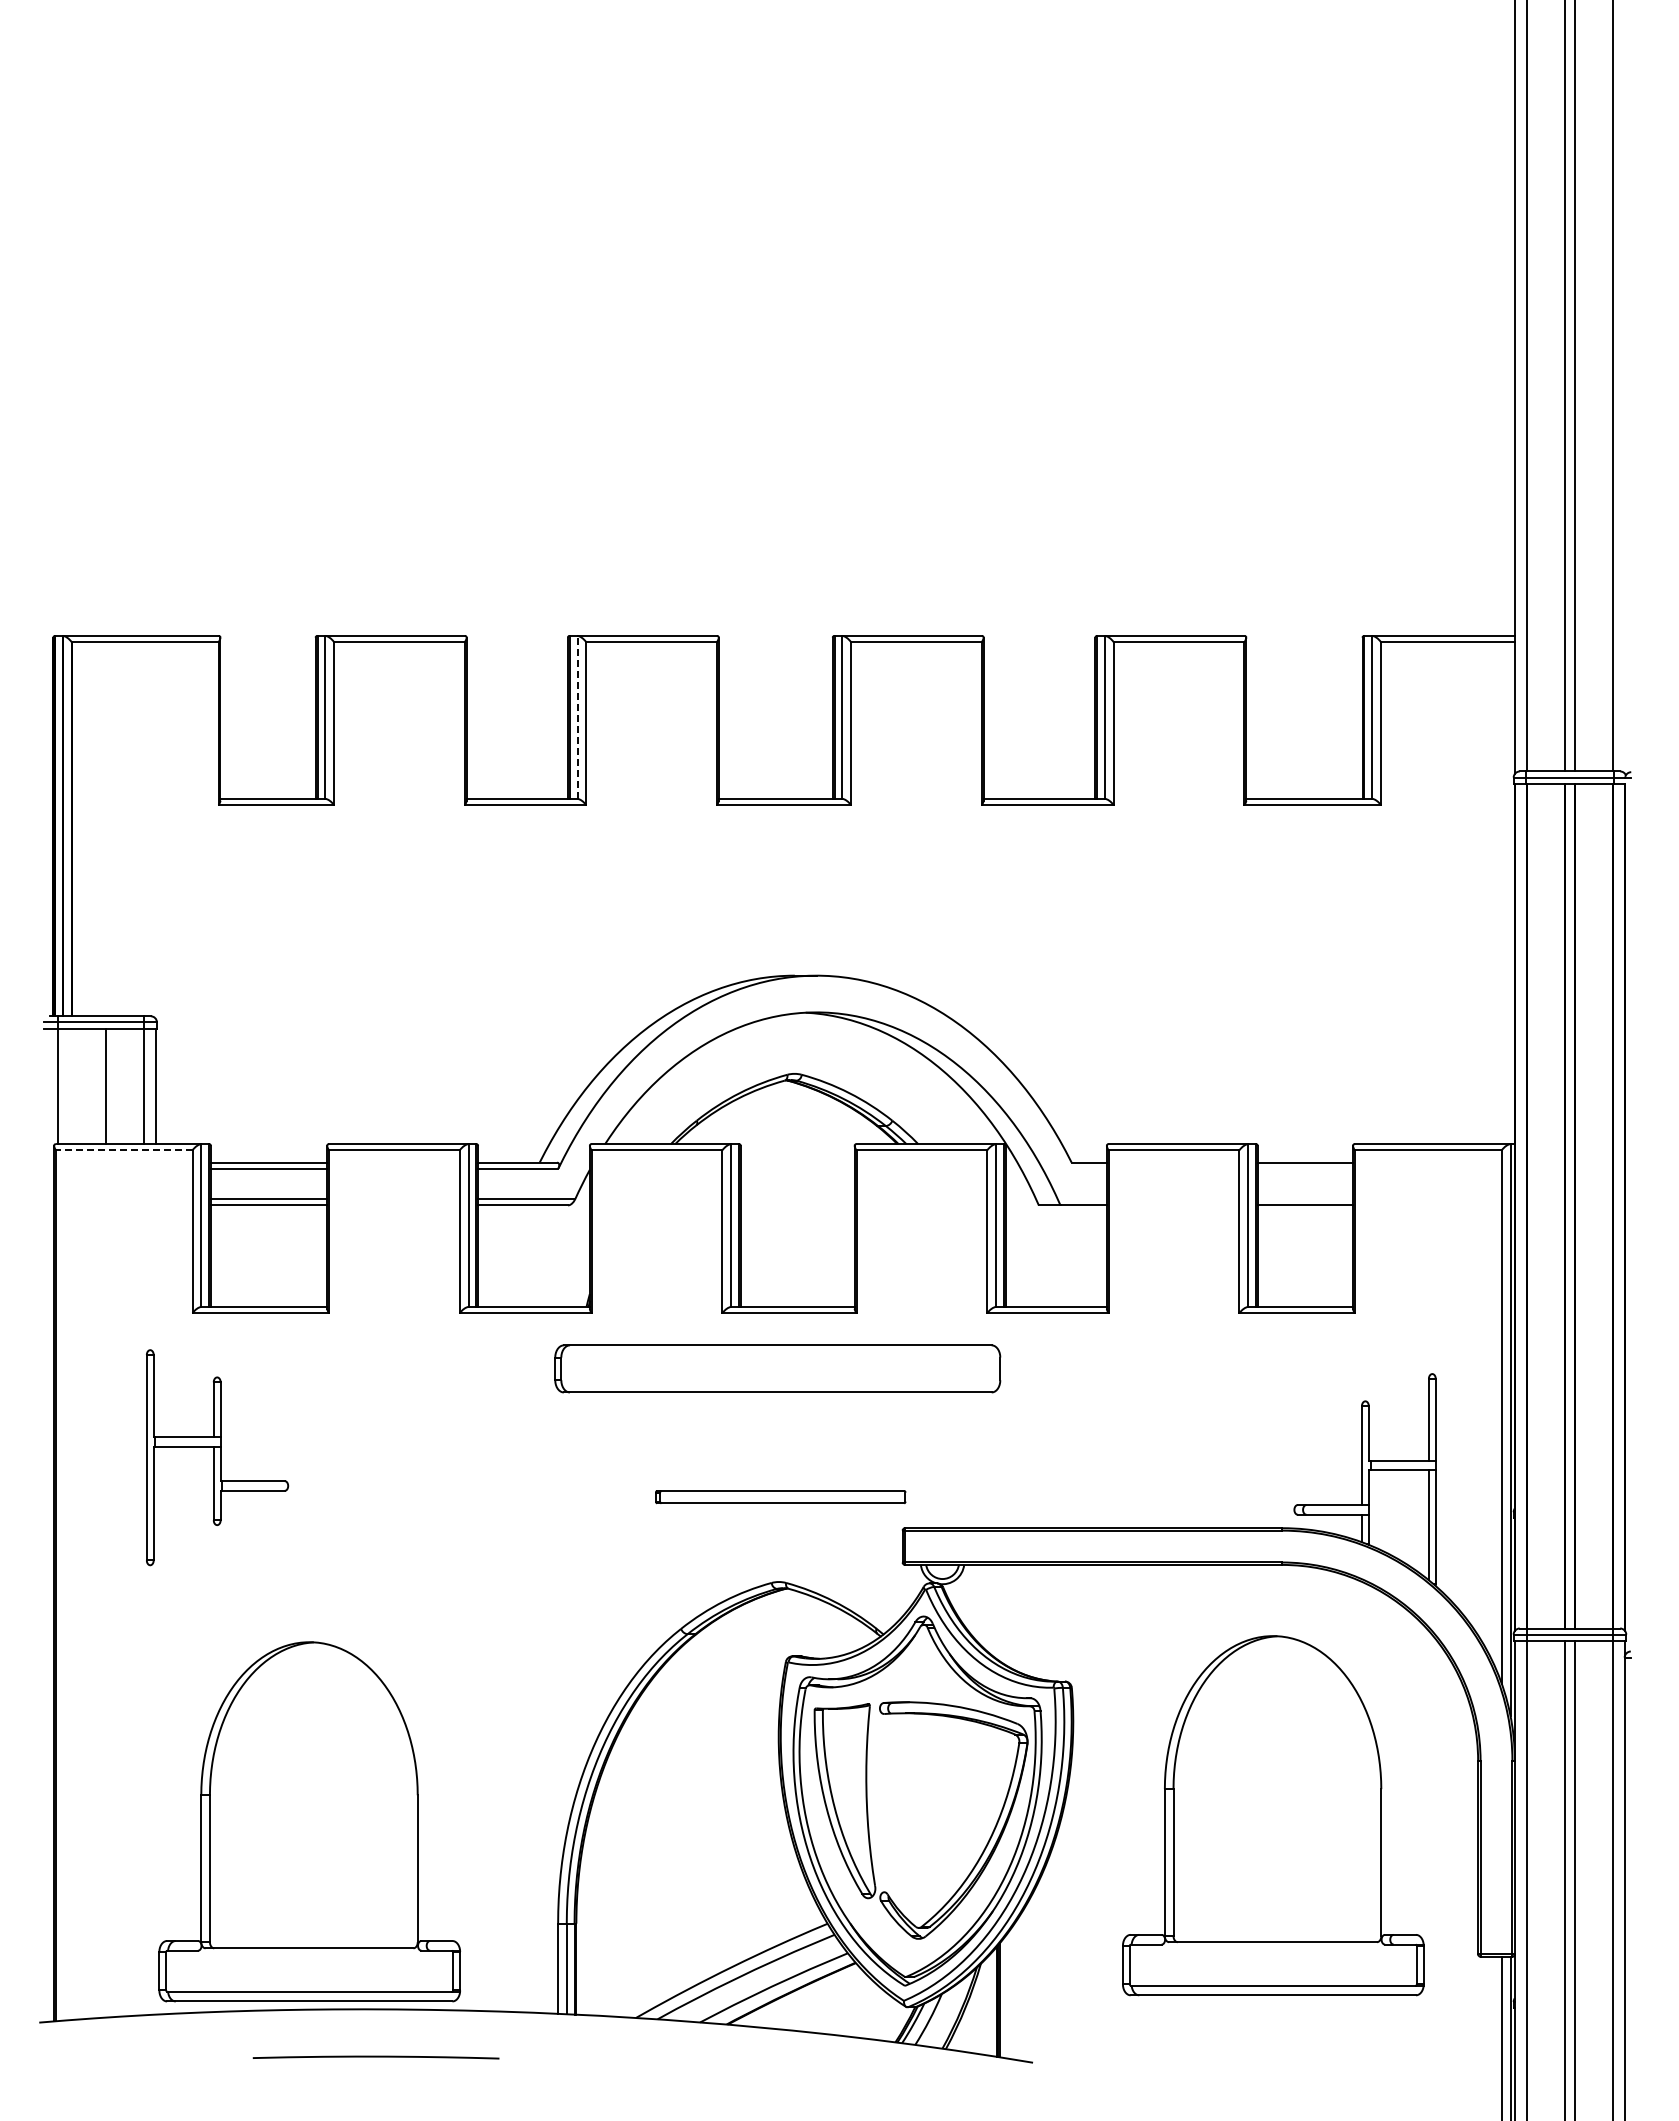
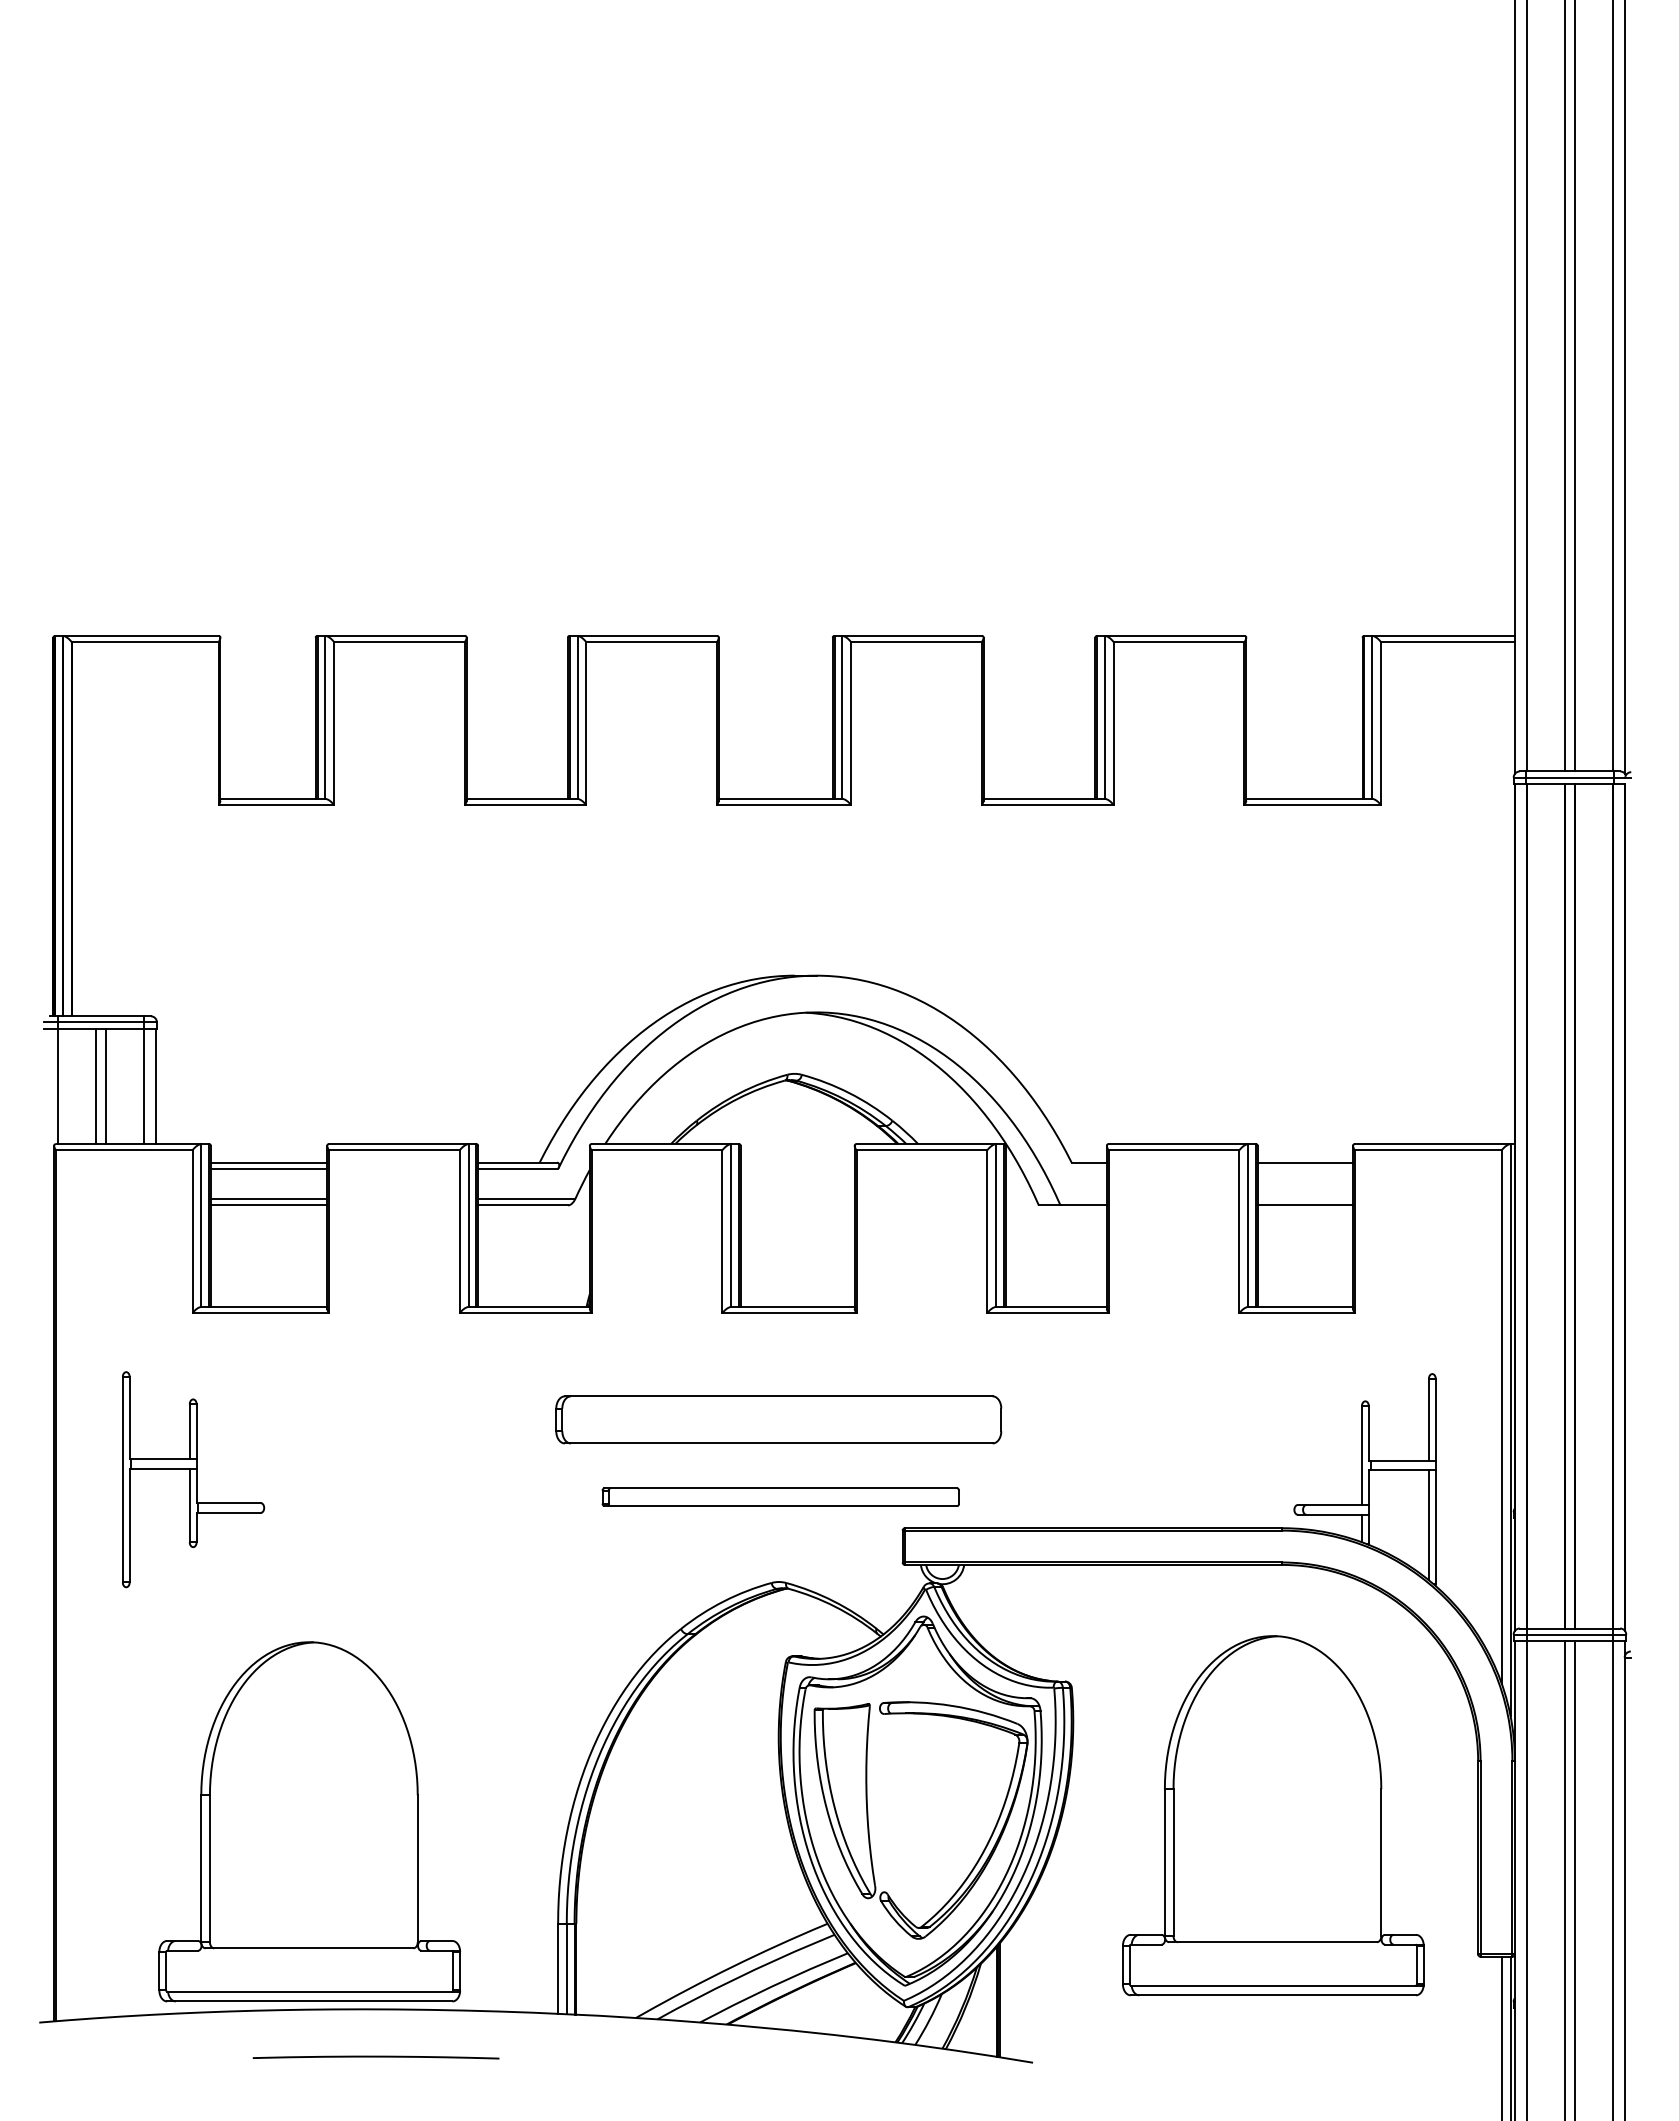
line at (1625, 387): none -> present
line at (577, 716): dashed -> solid
line at (95, 1086): none -> present
line at (123, 1150): dashed -> solid
part at (777, 1368) position: (777, 1368) -> (778, 1419)
part at (217, 1457) position: (217, 1457) -> (193, 1479)
part at (780, 1497) size: 252x15 px -> 359x20 px
